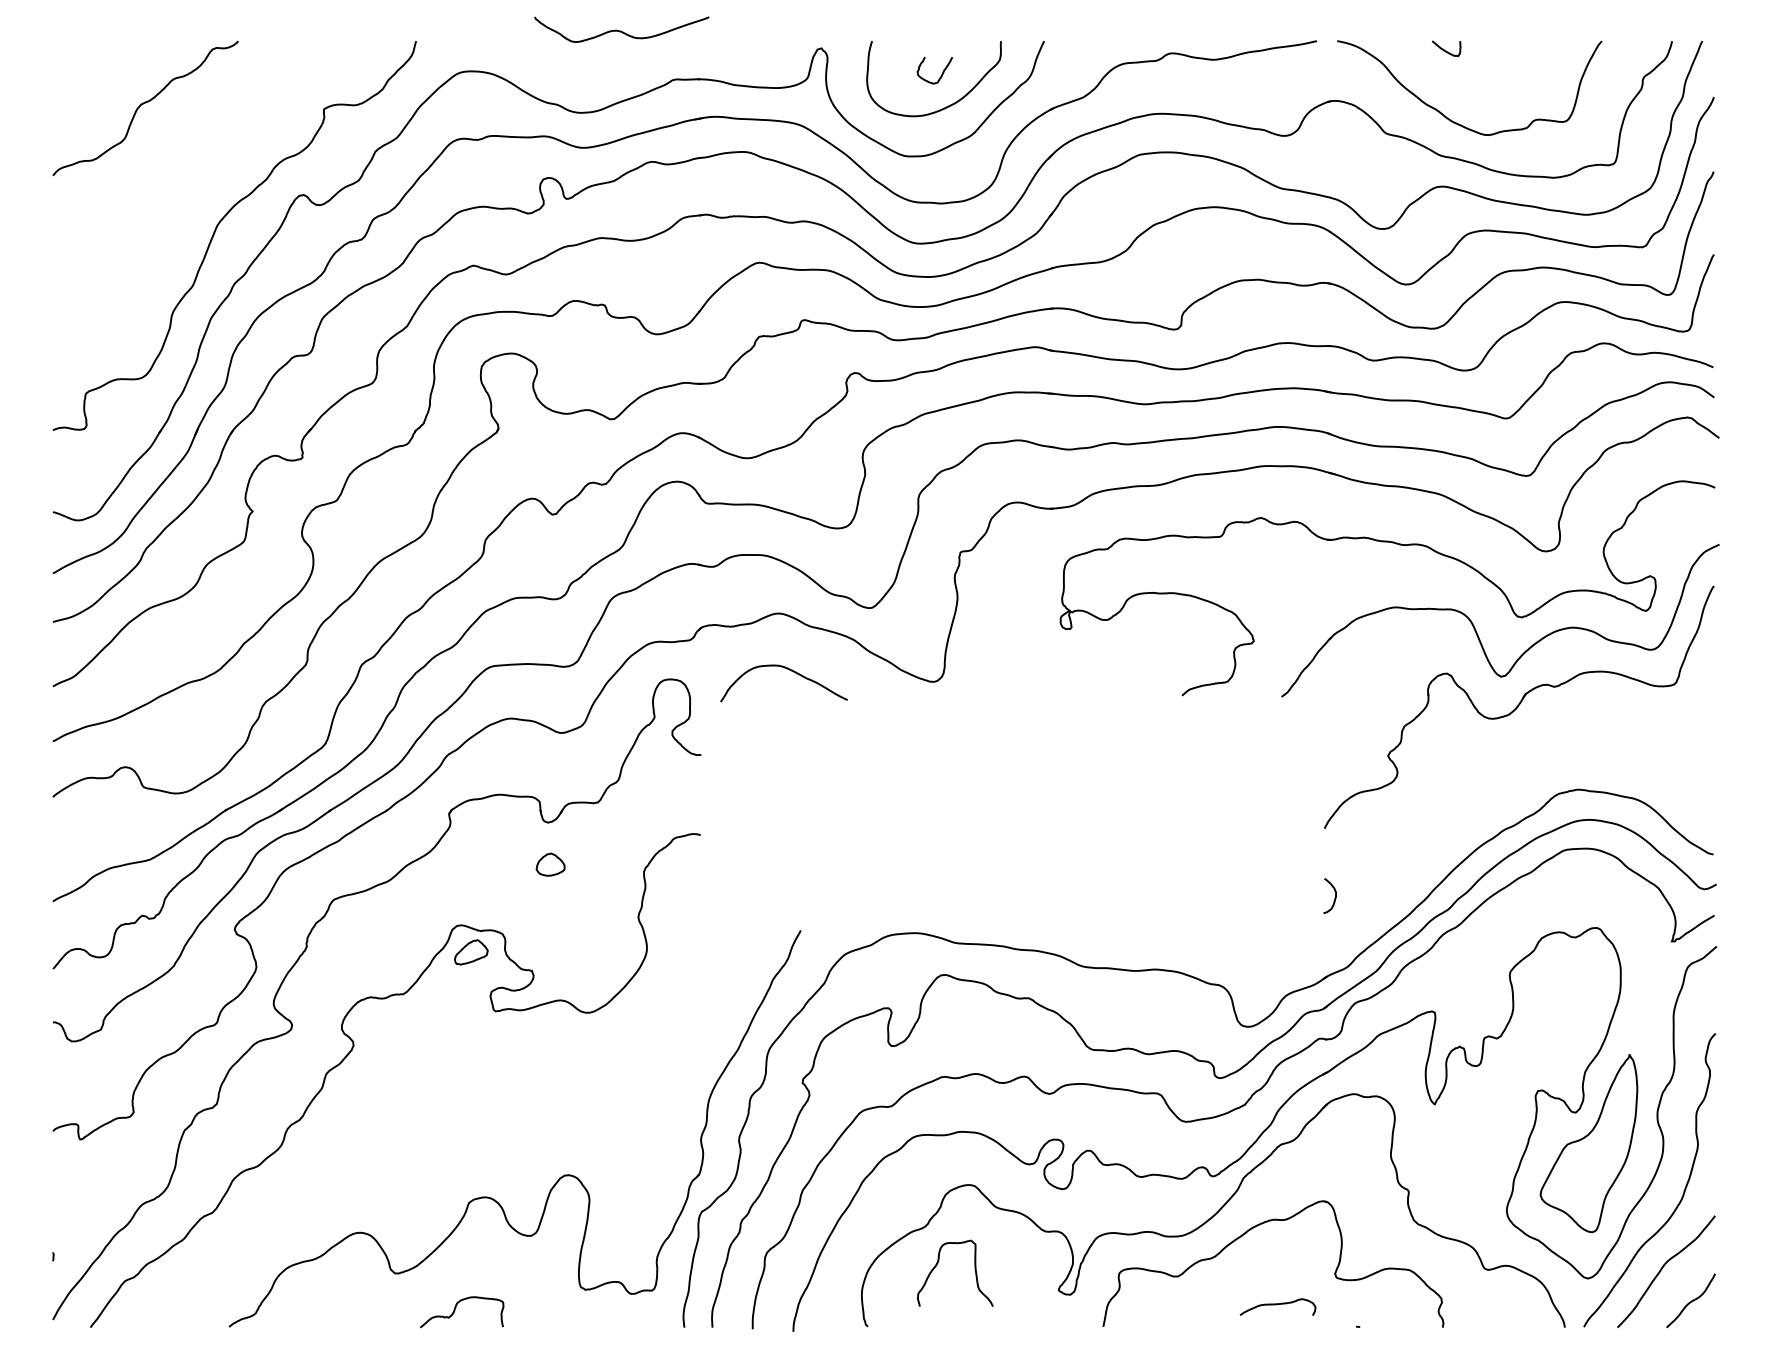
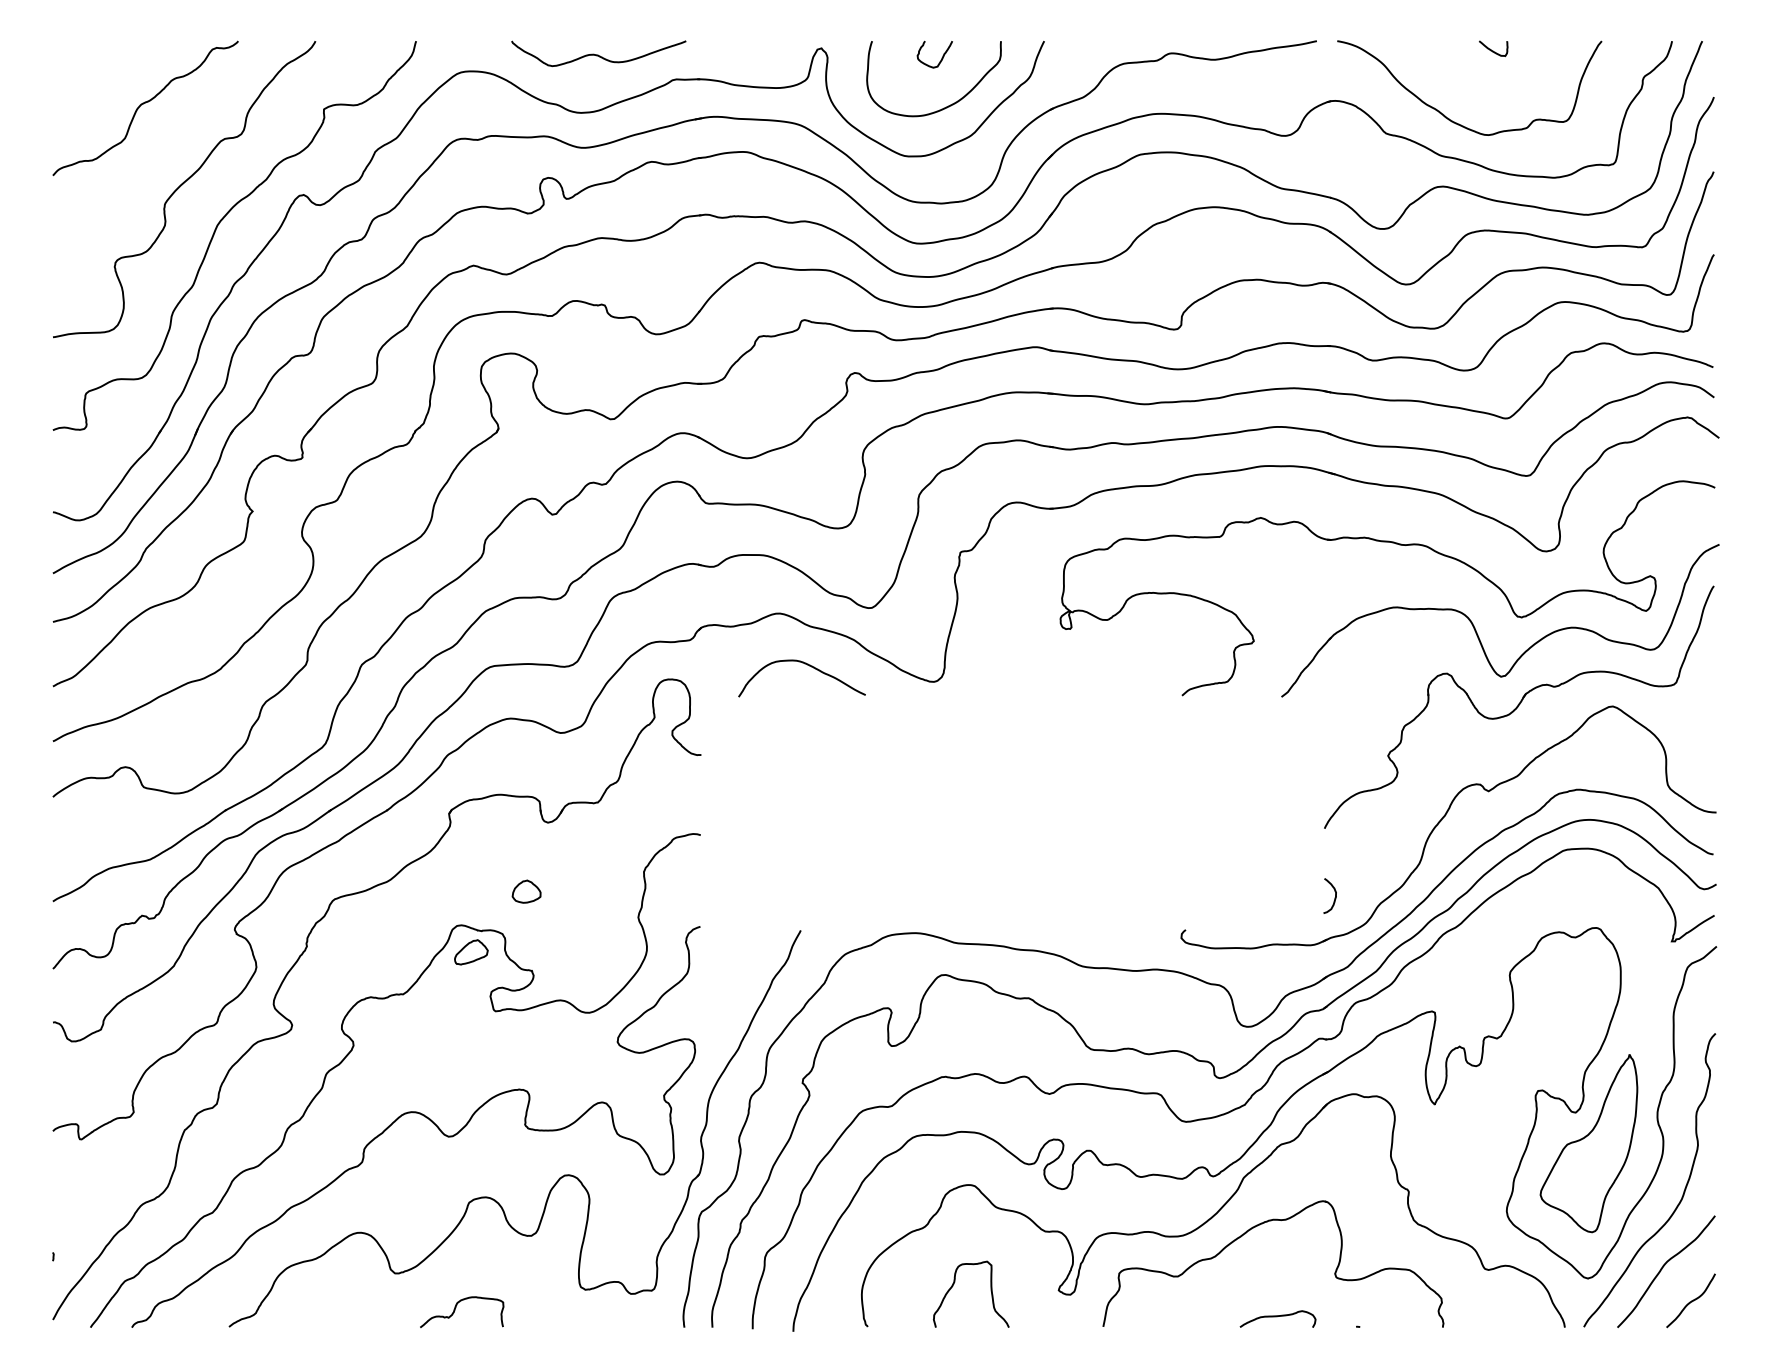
curve at (621, 30) position: (621, 30) -> (598, 54)
curve at (1446, 50) position: (1446, 50) -> (1493, 50)
curve at (941, 73) position: (941, 73) -> (941, 57)
curve at (181, 186): none -> present
curve at (786, 669) position: (786, 669) -> (804, 664)
part at (1441, 821): none -> present
part at (550, 864) position: (550, 864) -> (526, 891)
curve at (421, 1115): none -> present
curve at (974, 1270) position: (974, 1270) -> (990, 1291)
curve at (1277, 1305) position: (1277, 1305) -> (1277, 1317)
